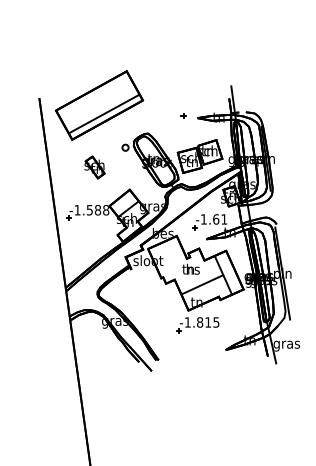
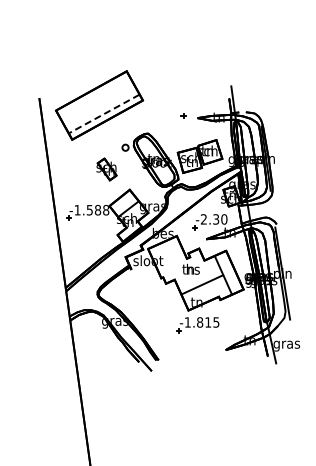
line at (103, 114): solid -> dashed
part at (94, 167) position: (94, 167) -> (106, 169)
text at (213, 219): -1.61 -> -2.30
